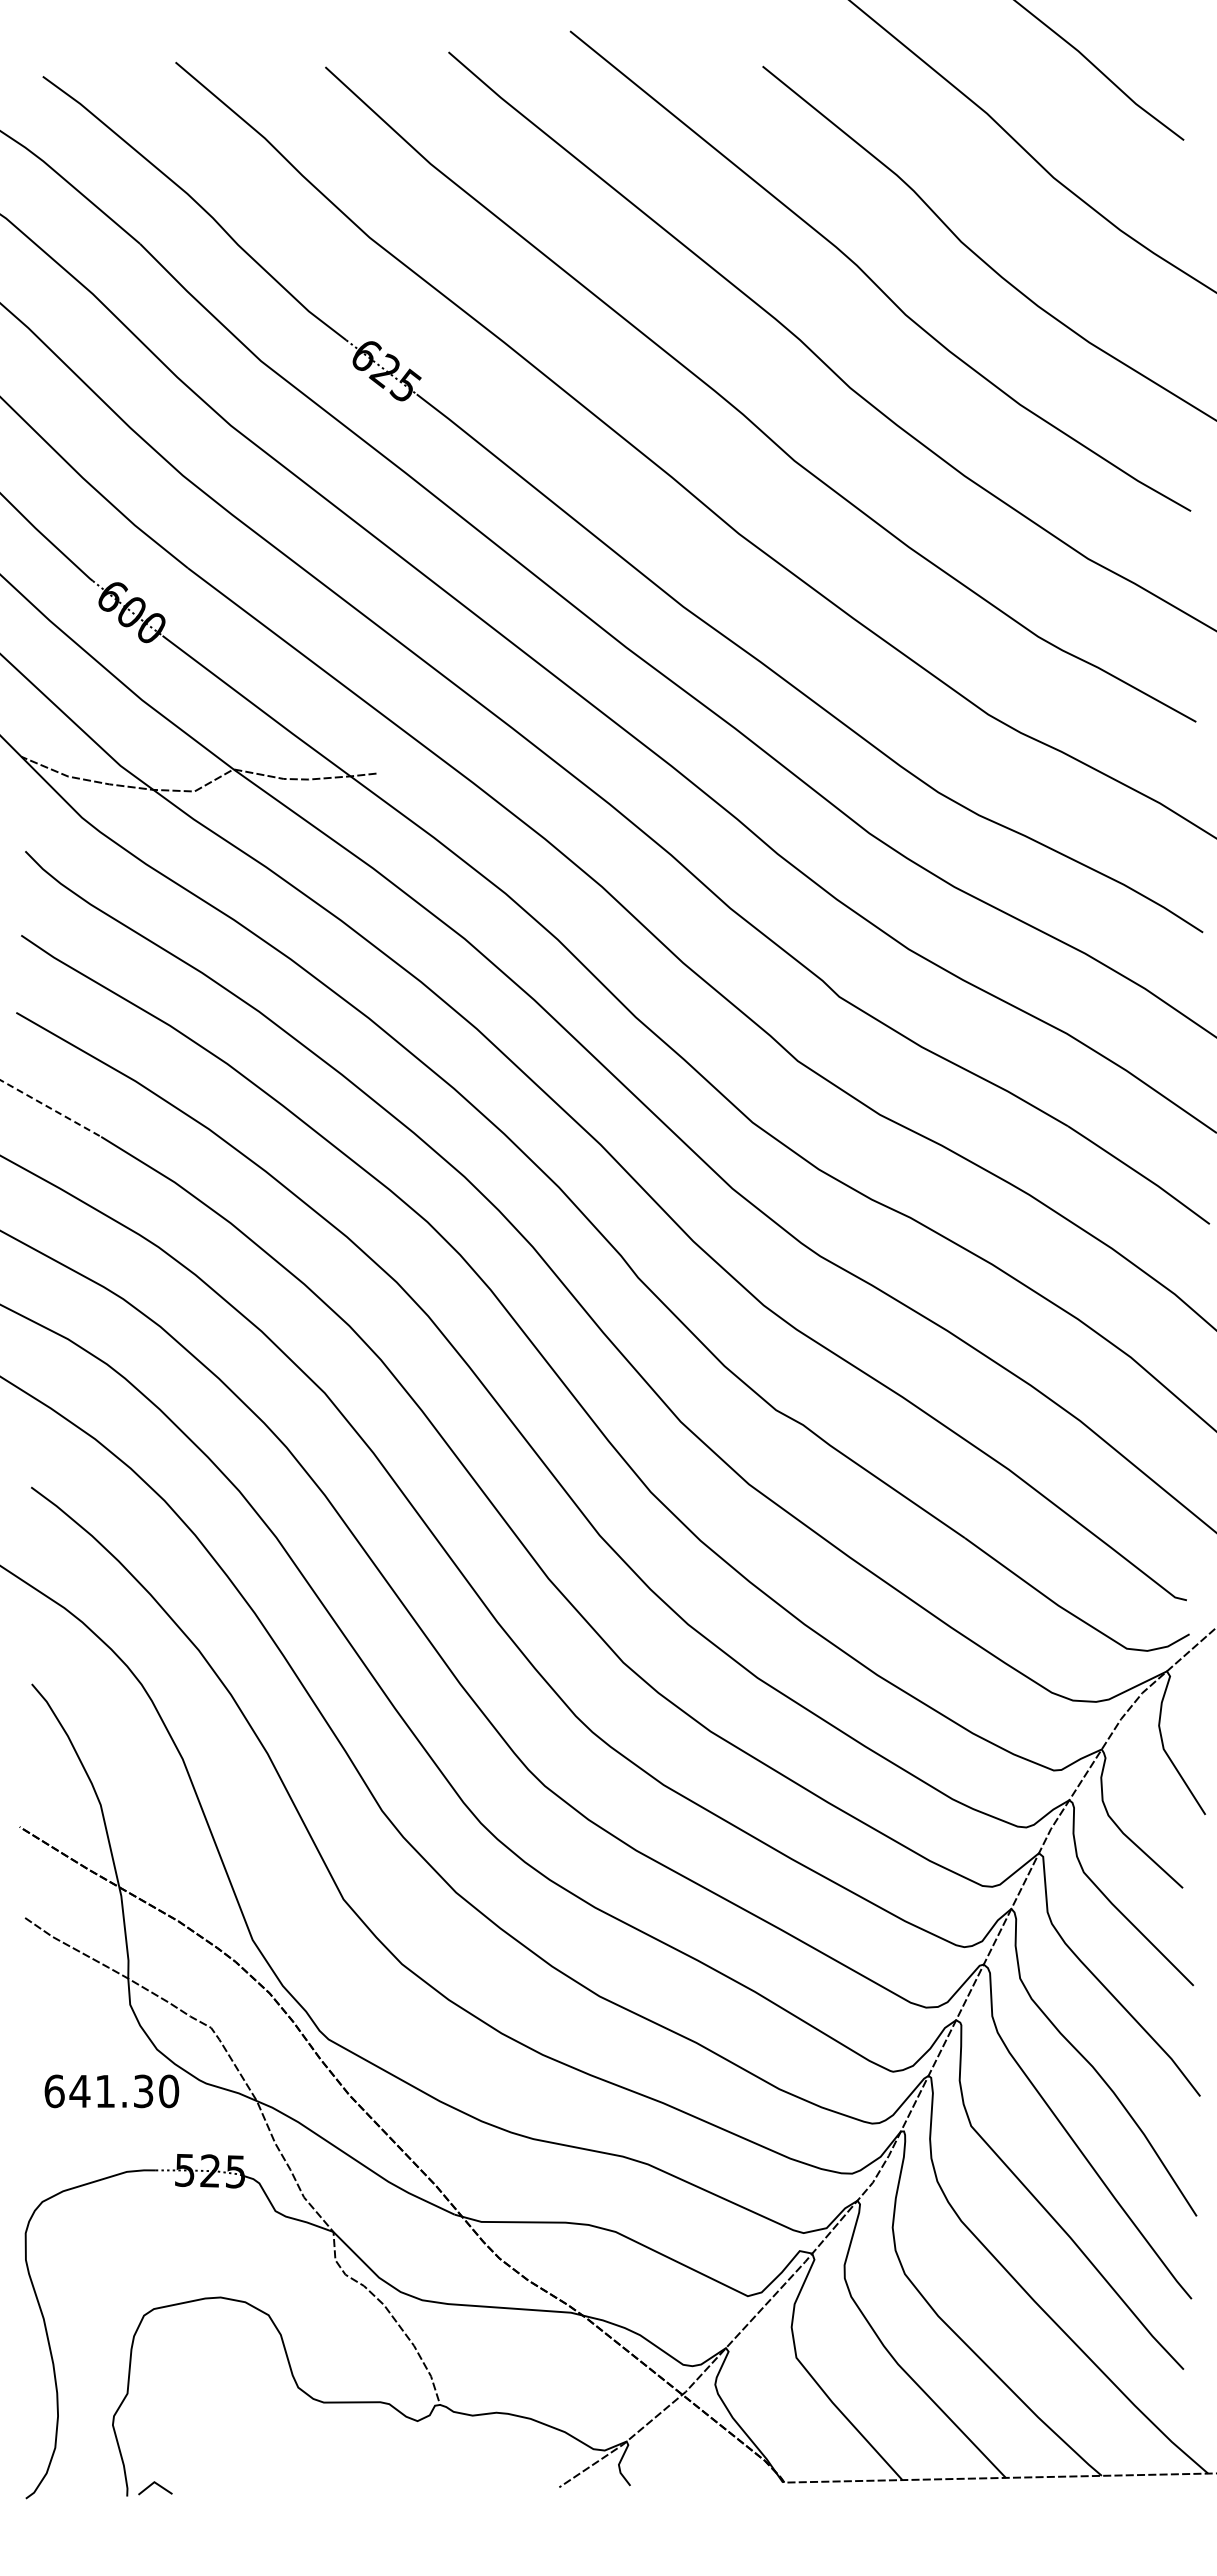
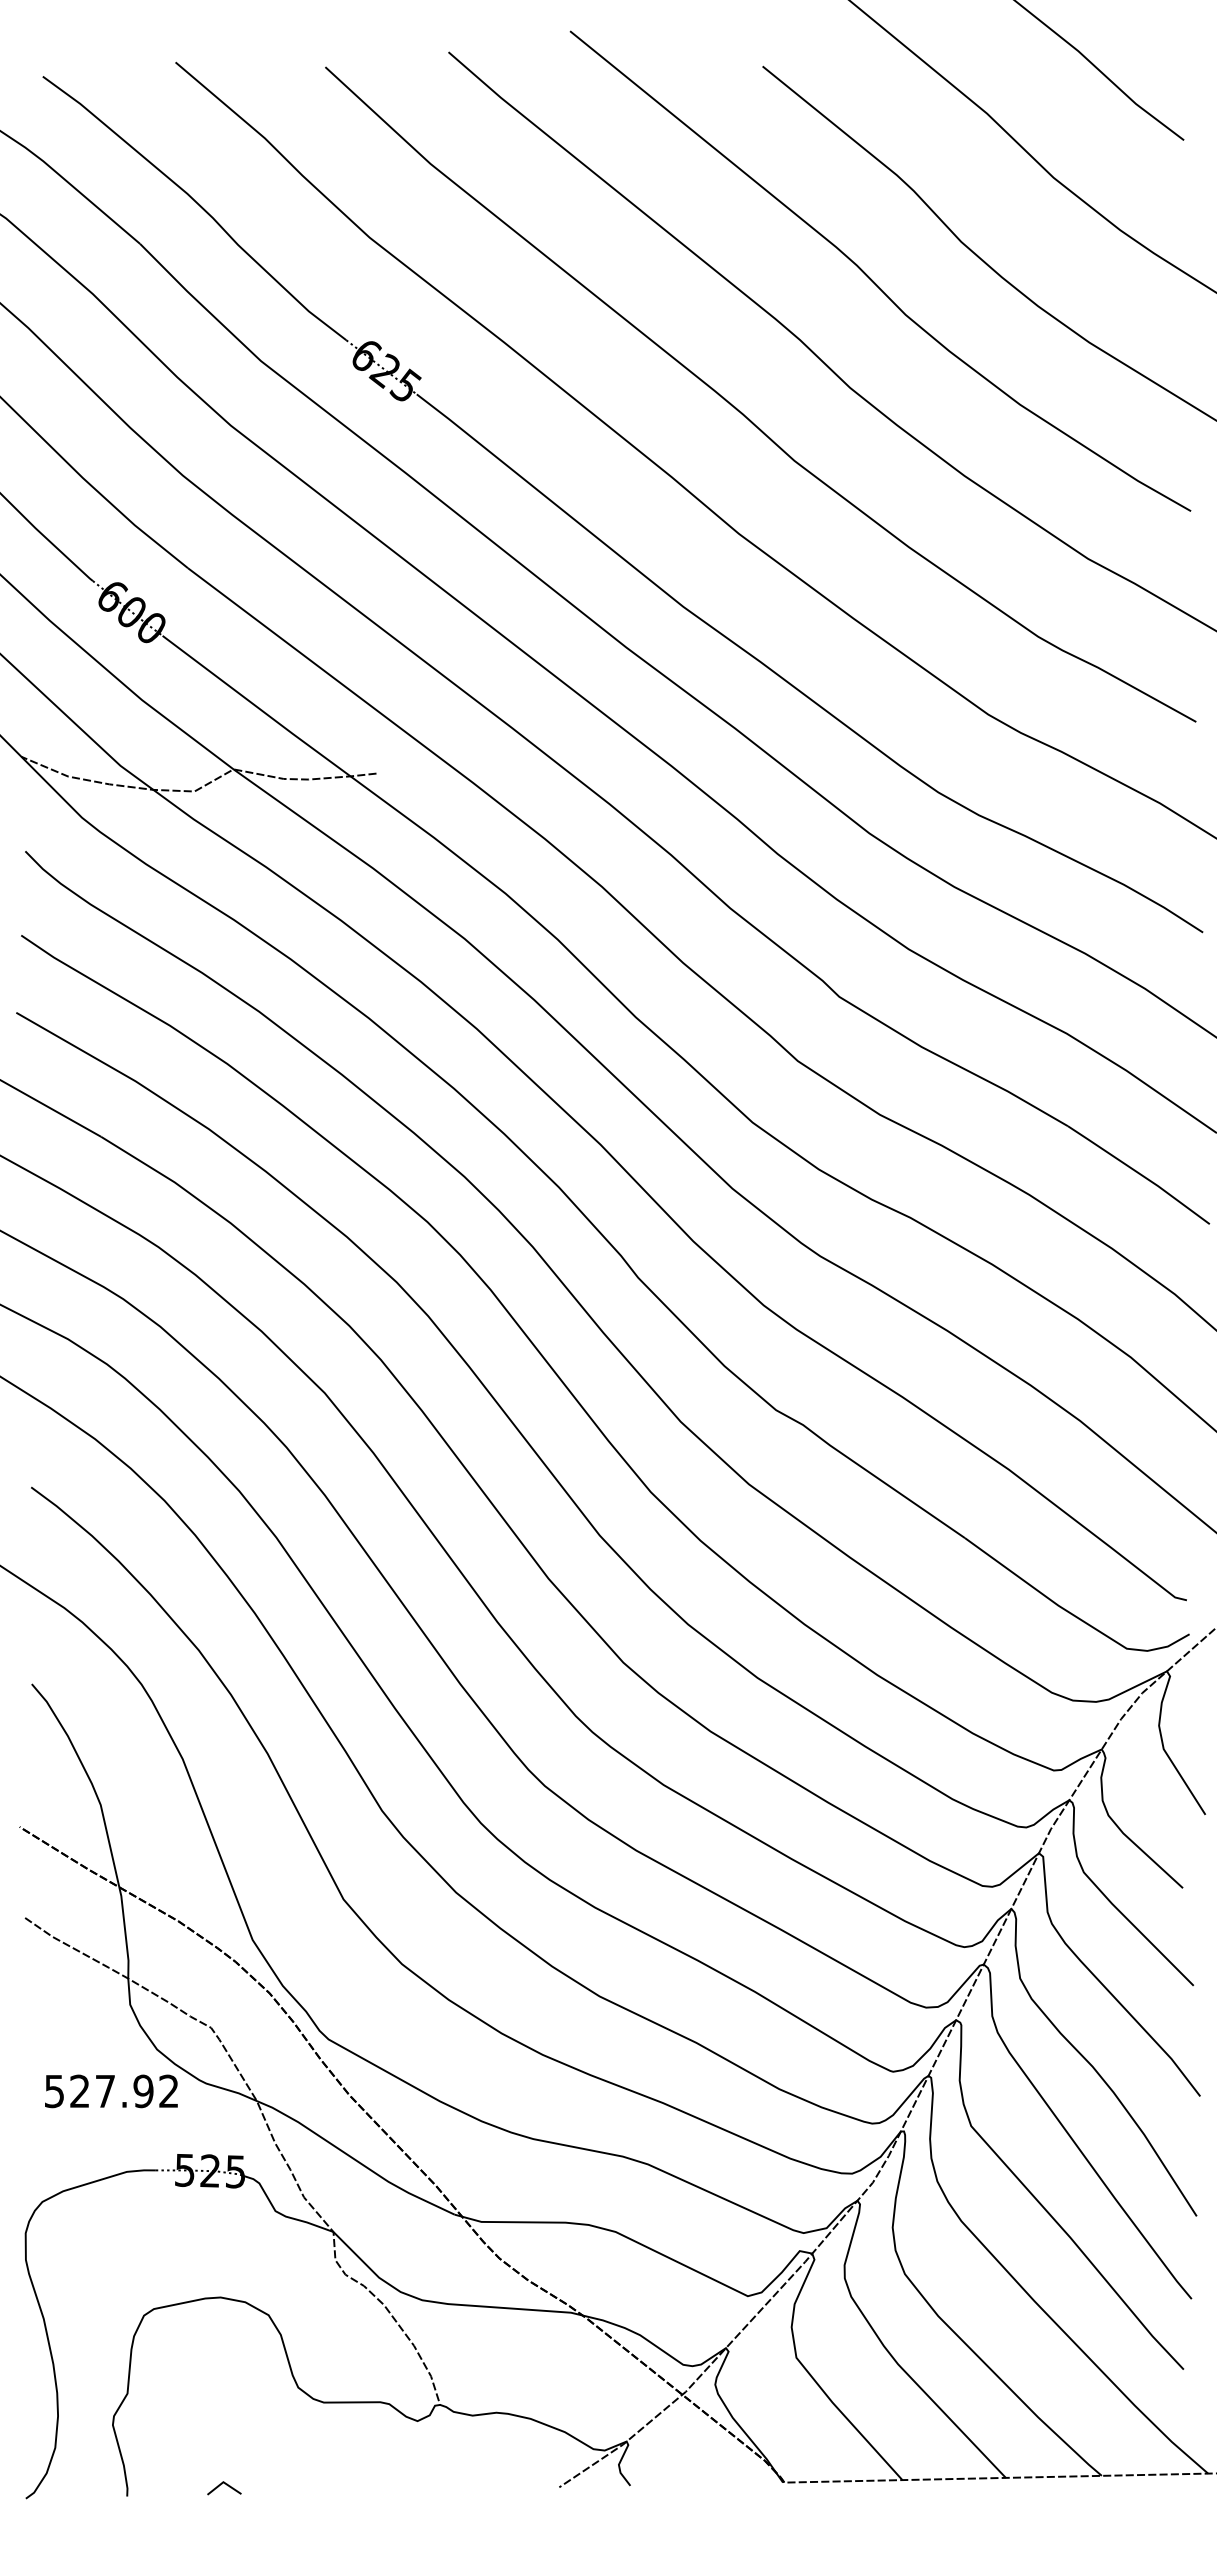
line at (50, 1108): dashed -> solid
text at (111, 2091): 641.30 -> 527.92
line at (157, 2485) position: (157, 2485) -> (226, 2485)
